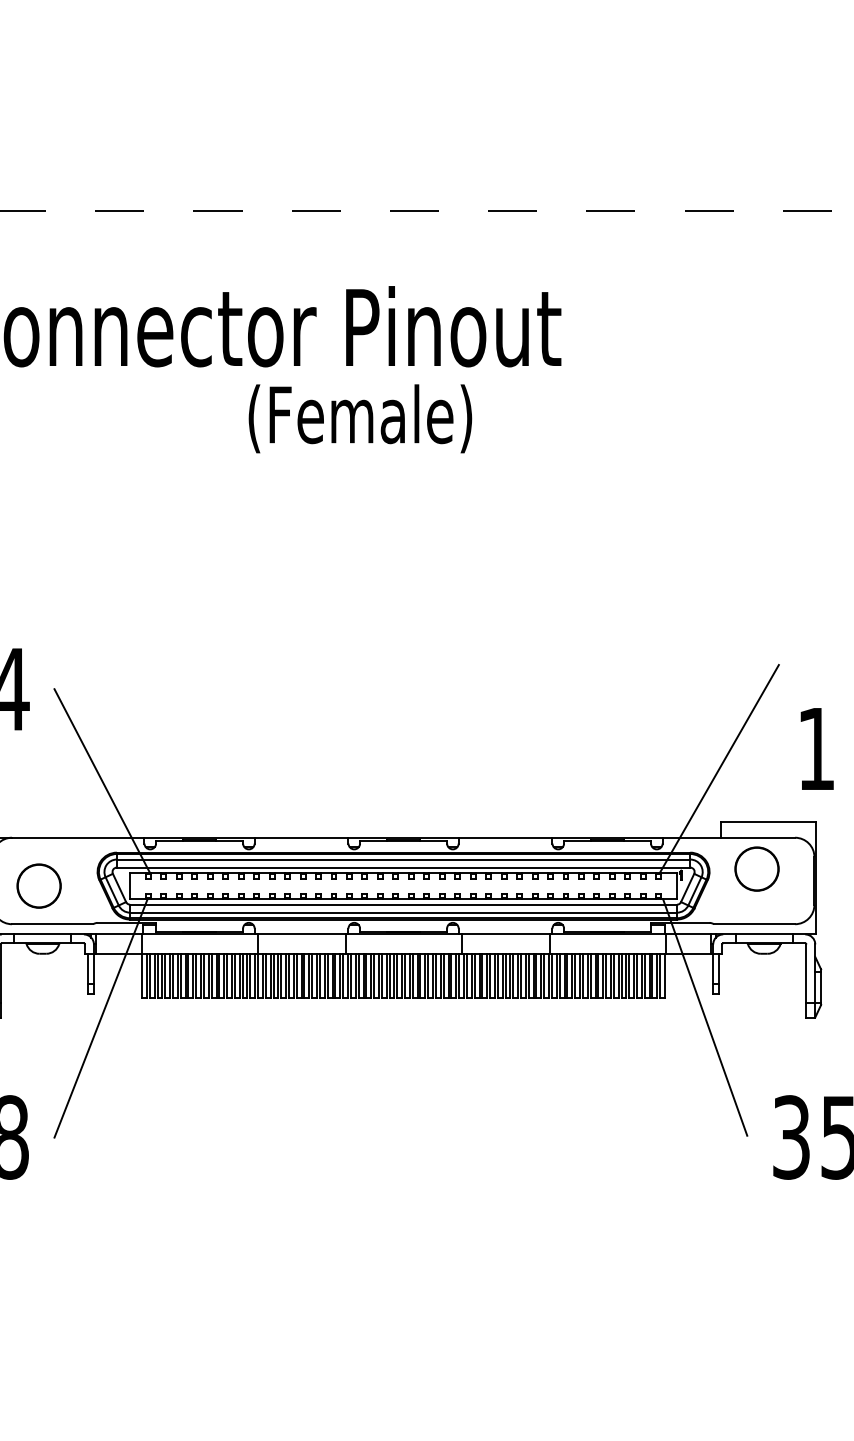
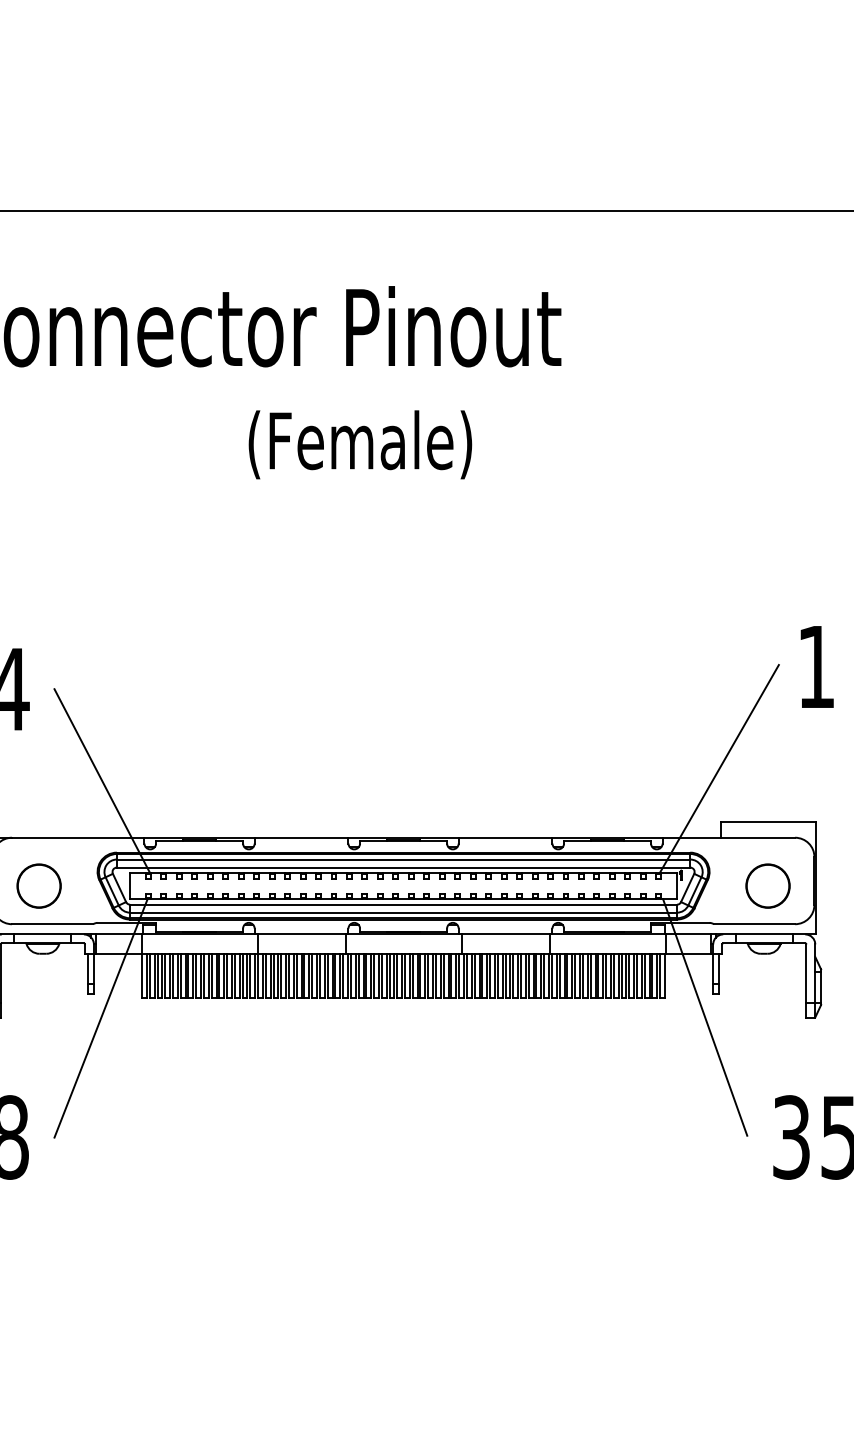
line at (426, 210): dashed -> solid
text at (360, 418) position: (360, 418) -> (360, 444)
text at (816, 748) position: (816, 748) -> (816, 666)
circle at (756, 868) position: (756, 868) -> (767, 885)
